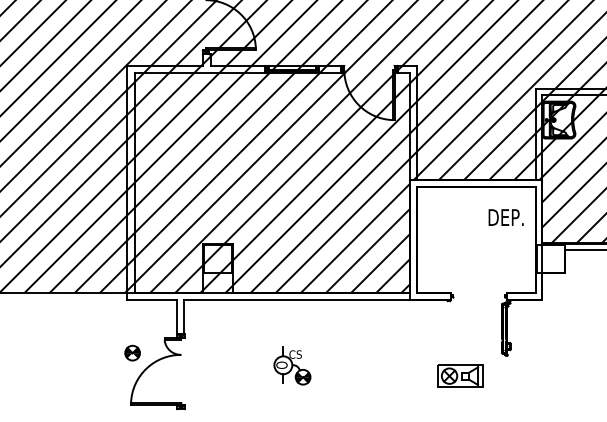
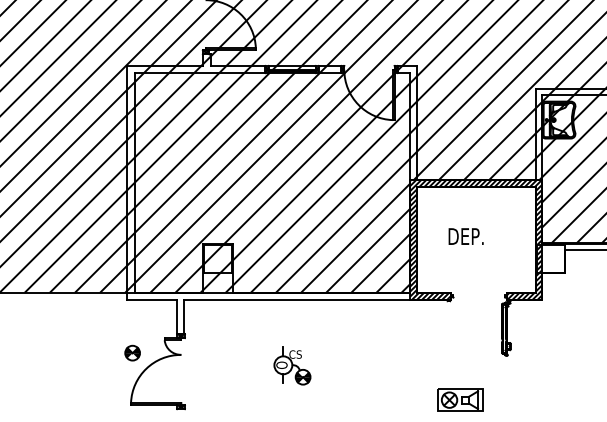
text at (505, 217) position: (505, 217) -> (465, 236)
hatch at (476, 239): none -> present
part at (460, 375) position: (460, 375) -> (460, 399)
